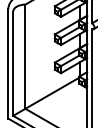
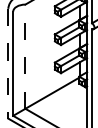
line at (25, 56): solid -> dashed
line at (8, 63): solid -> dashed
